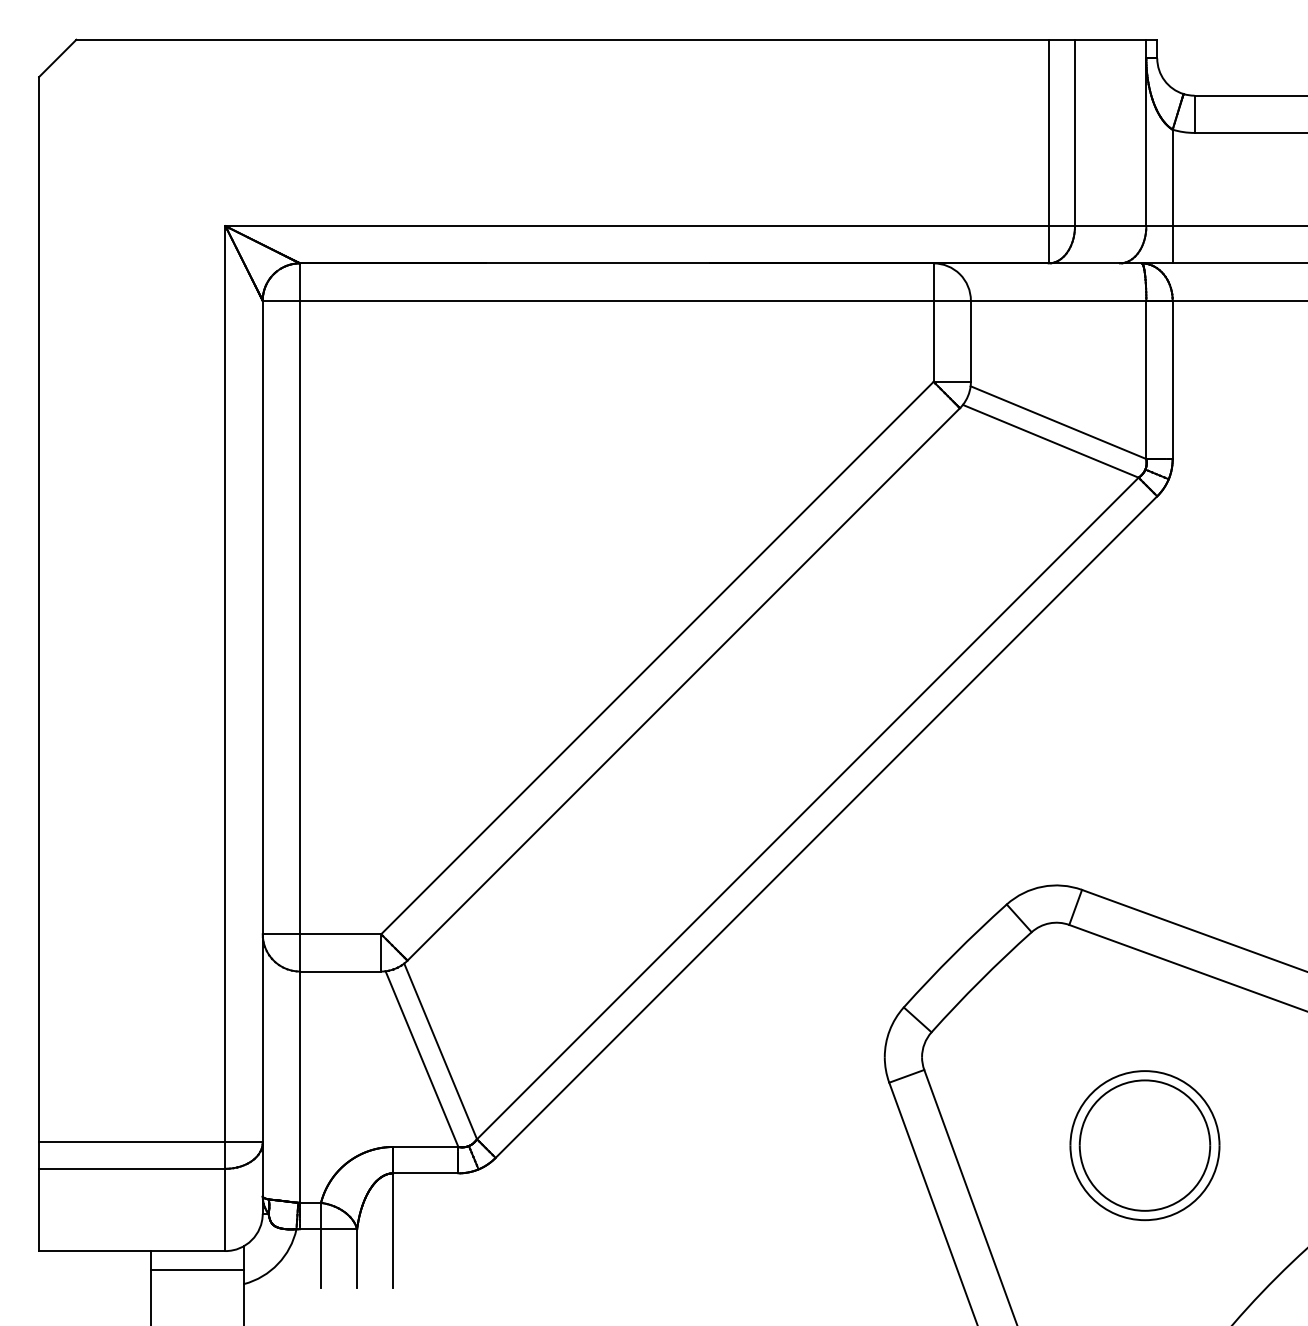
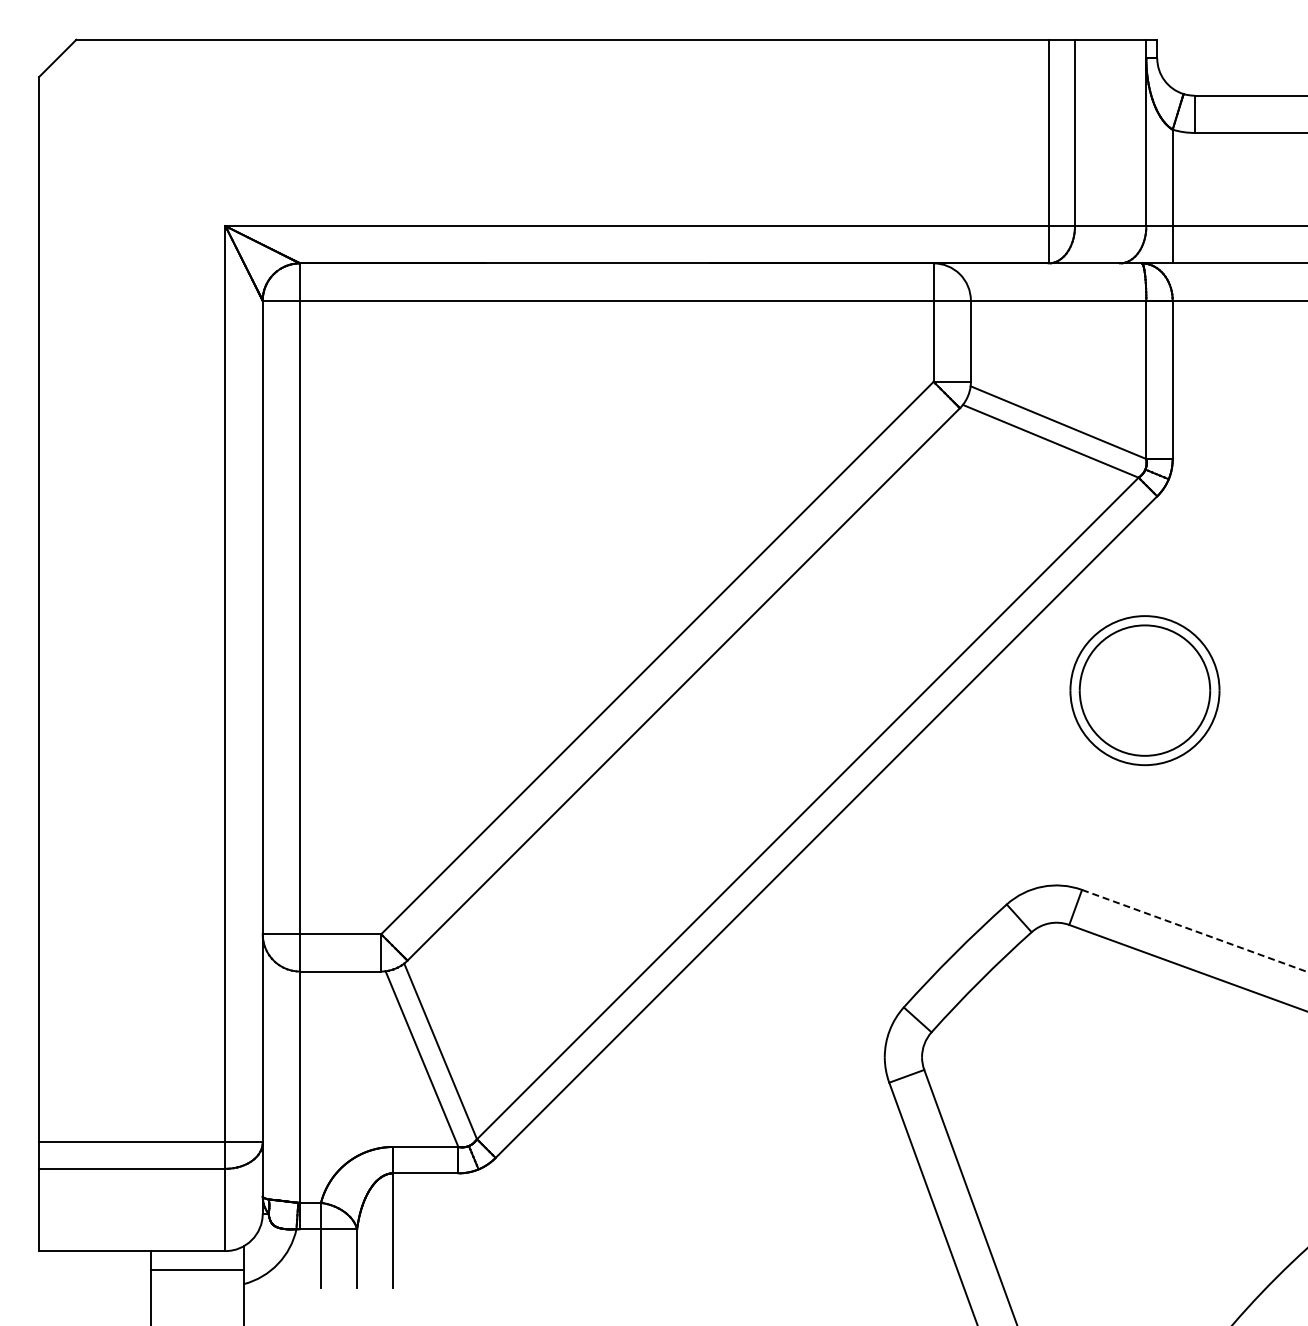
line at (1194, 930): solid -> dashed
part at (1144, 1145) position: (1144, 1145) -> (1144, 690)
